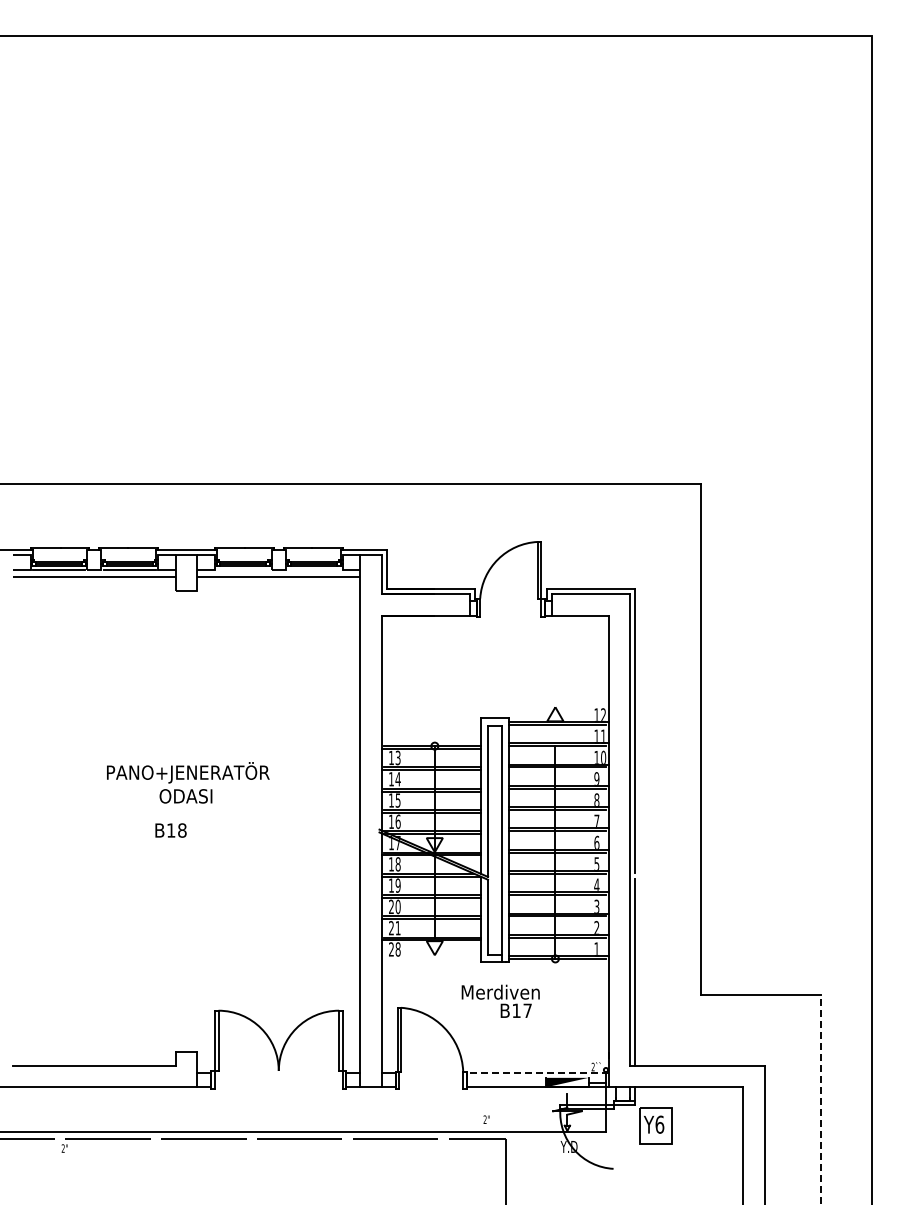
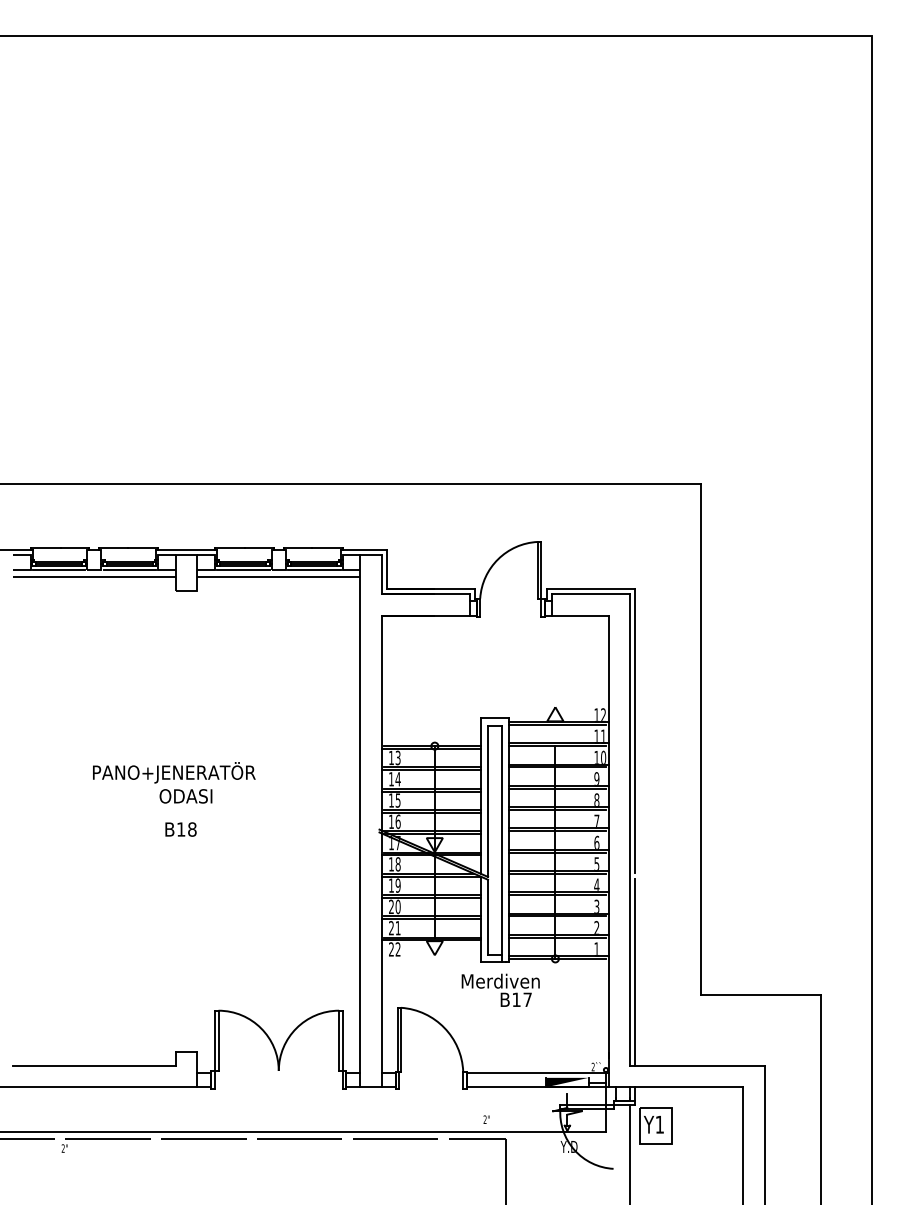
line at (243, 569): none -> present
line at (314, 569): none -> present
text at (188, 772) position: (188, 772) -> (174, 772)
text at (170, 830) position: (170, 830) -> (180, 829)
text at (397, 949): 28 -> 22
text at (500, 1000) position: (500, 1000) -> (500, 989)
line at (537, 1073): dashed -> solid
line at (821, 1099): dashed -> solid
text at (659, 1124): Y6 -> Y1
line at (629, 1153): none -> present
